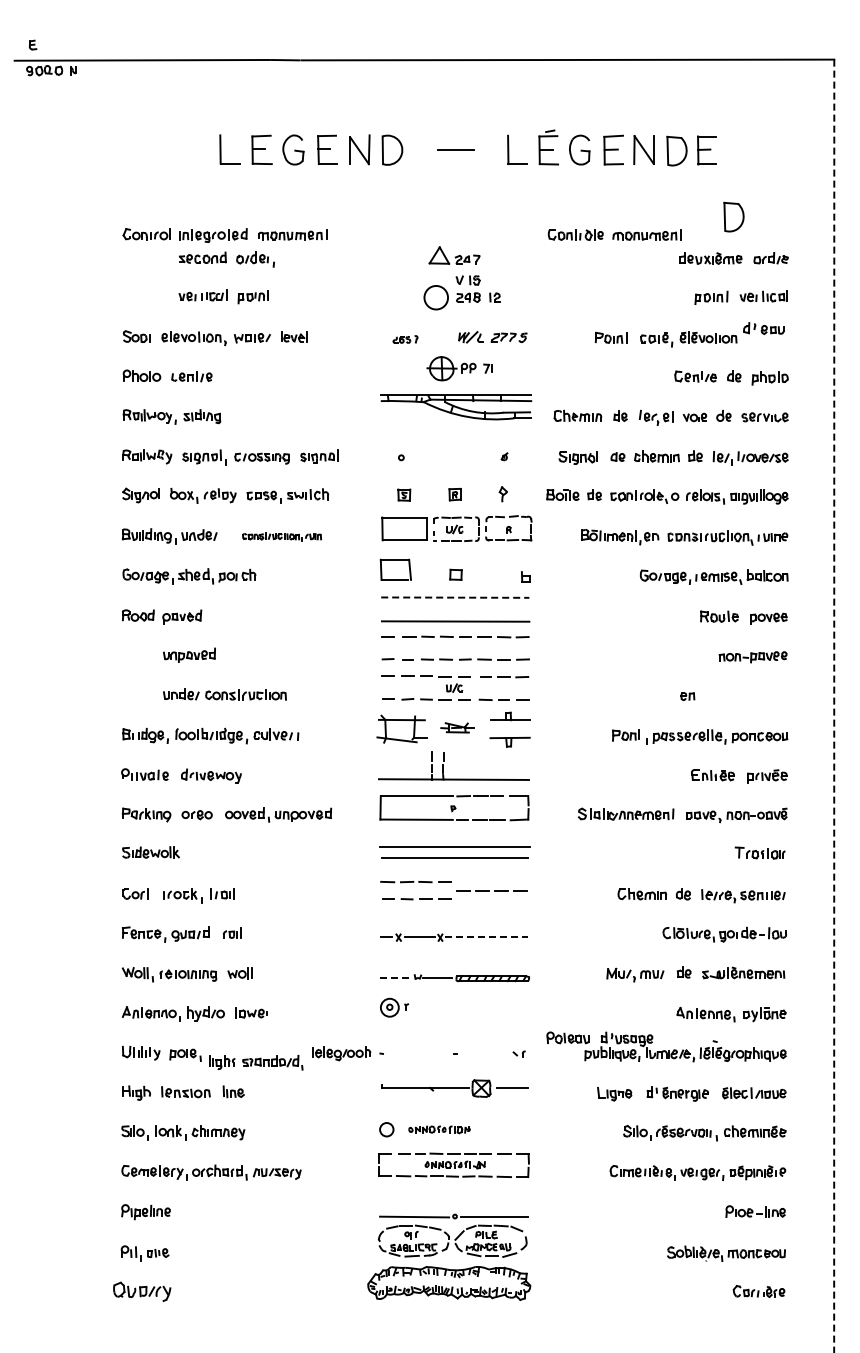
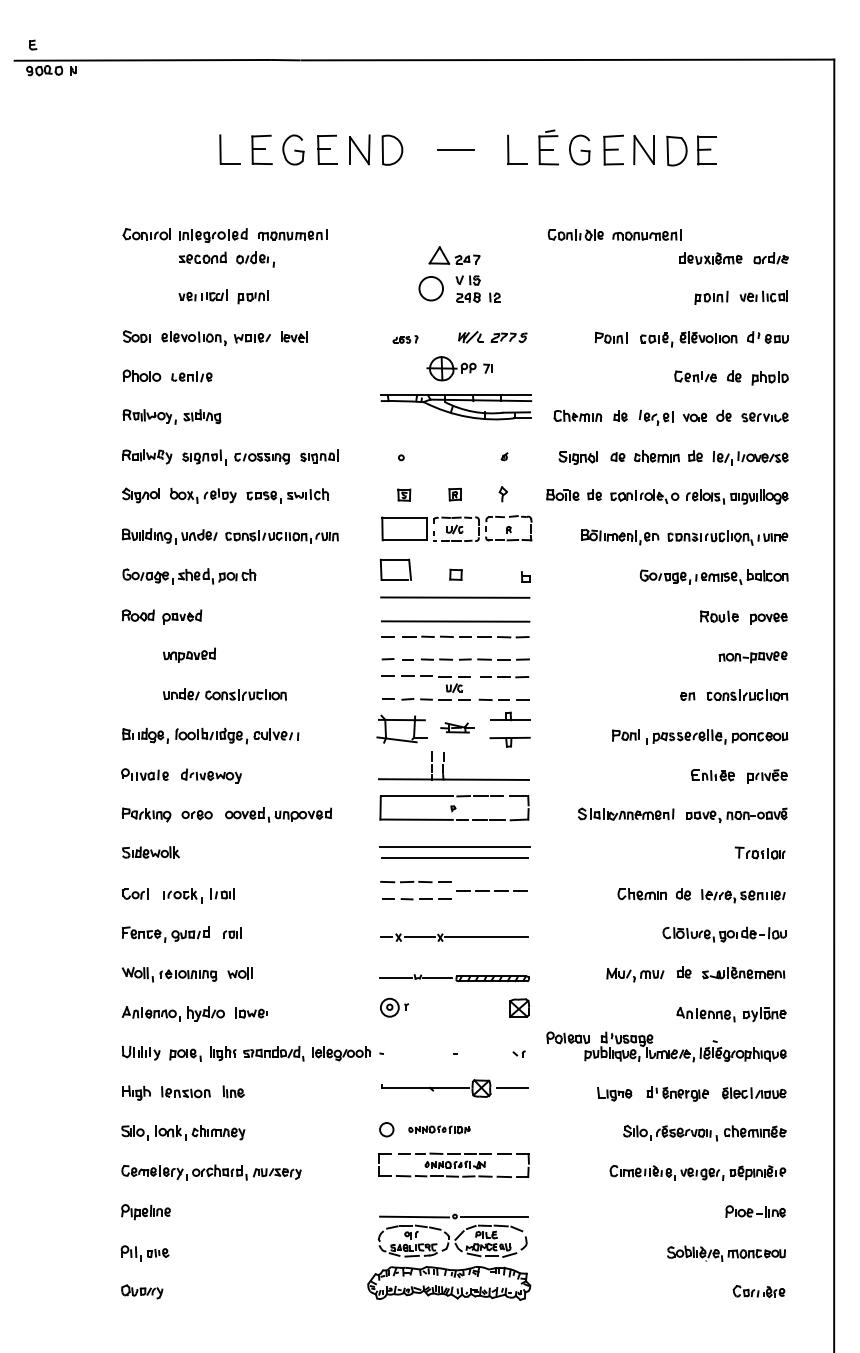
part at (733, 216): present -> none
circle at (435, 297) position: (435, 297) -> (430, 288)
part at (763, 328) position: (763, 328) -> (767, 337)
part at (281, 536) size: 80x10 px -> 114x14 px
line at (455, 597): dashed -> solid
part at (747, 695): none -> present
line at (834, 706): dashed -> solid
line at (486, 937): dashed -> solid
line at (396, 978): dashed -> solid
part at (519, 1007): none -> present
part at (256, 1062) position: (256, 1062) -> (257, 1053)
part at (142, 1291) size: 59x21 px -> 43x16 px
